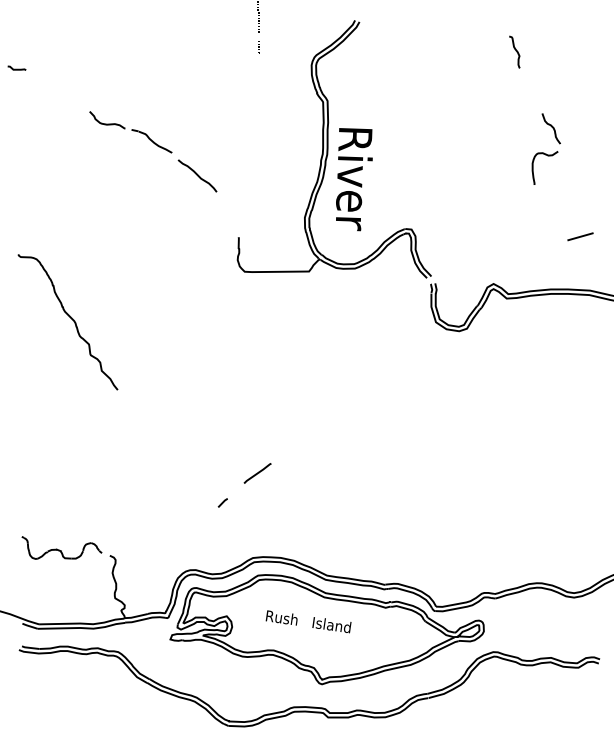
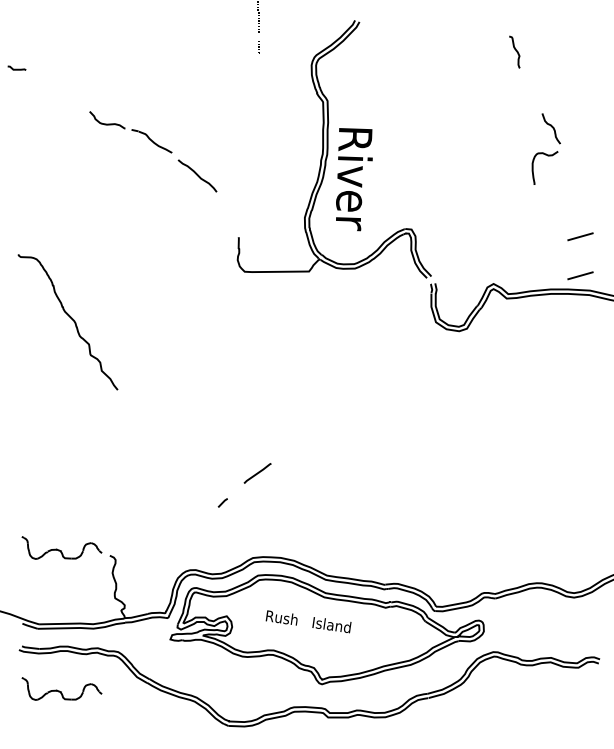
line at (580, 275): none -> present
part at (61, 688): none -> present
